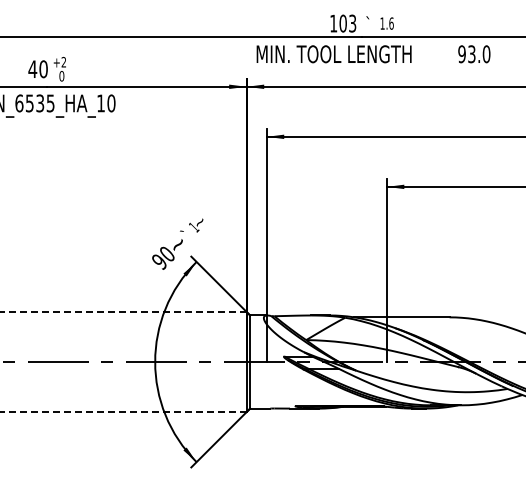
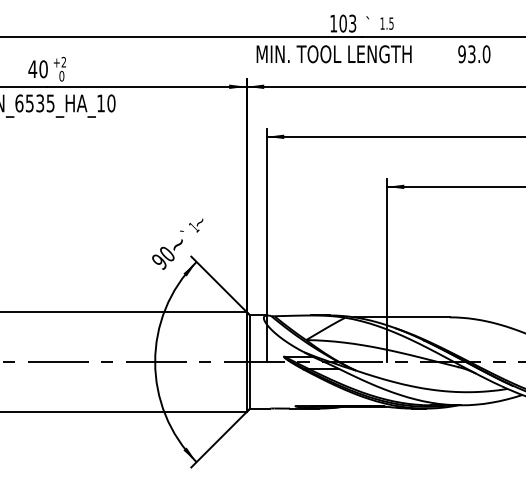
text at (391, 23): 1.6 -> 1.5
line at (123, 311): dashed -> solid
line at (123, 412): dashed -> solid
